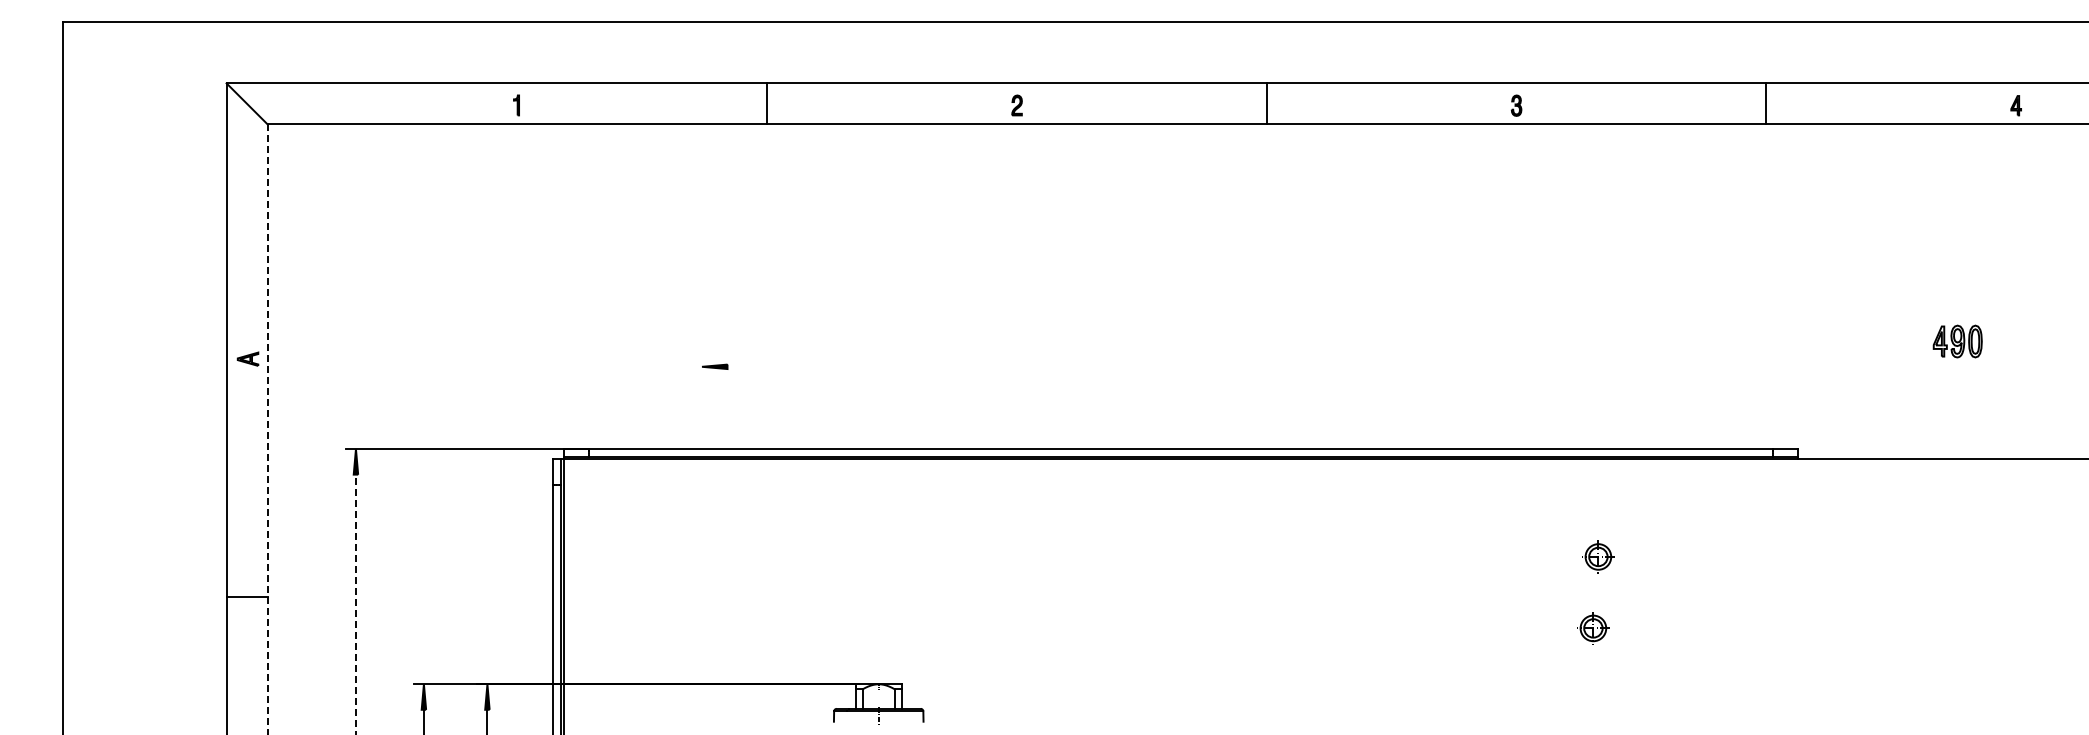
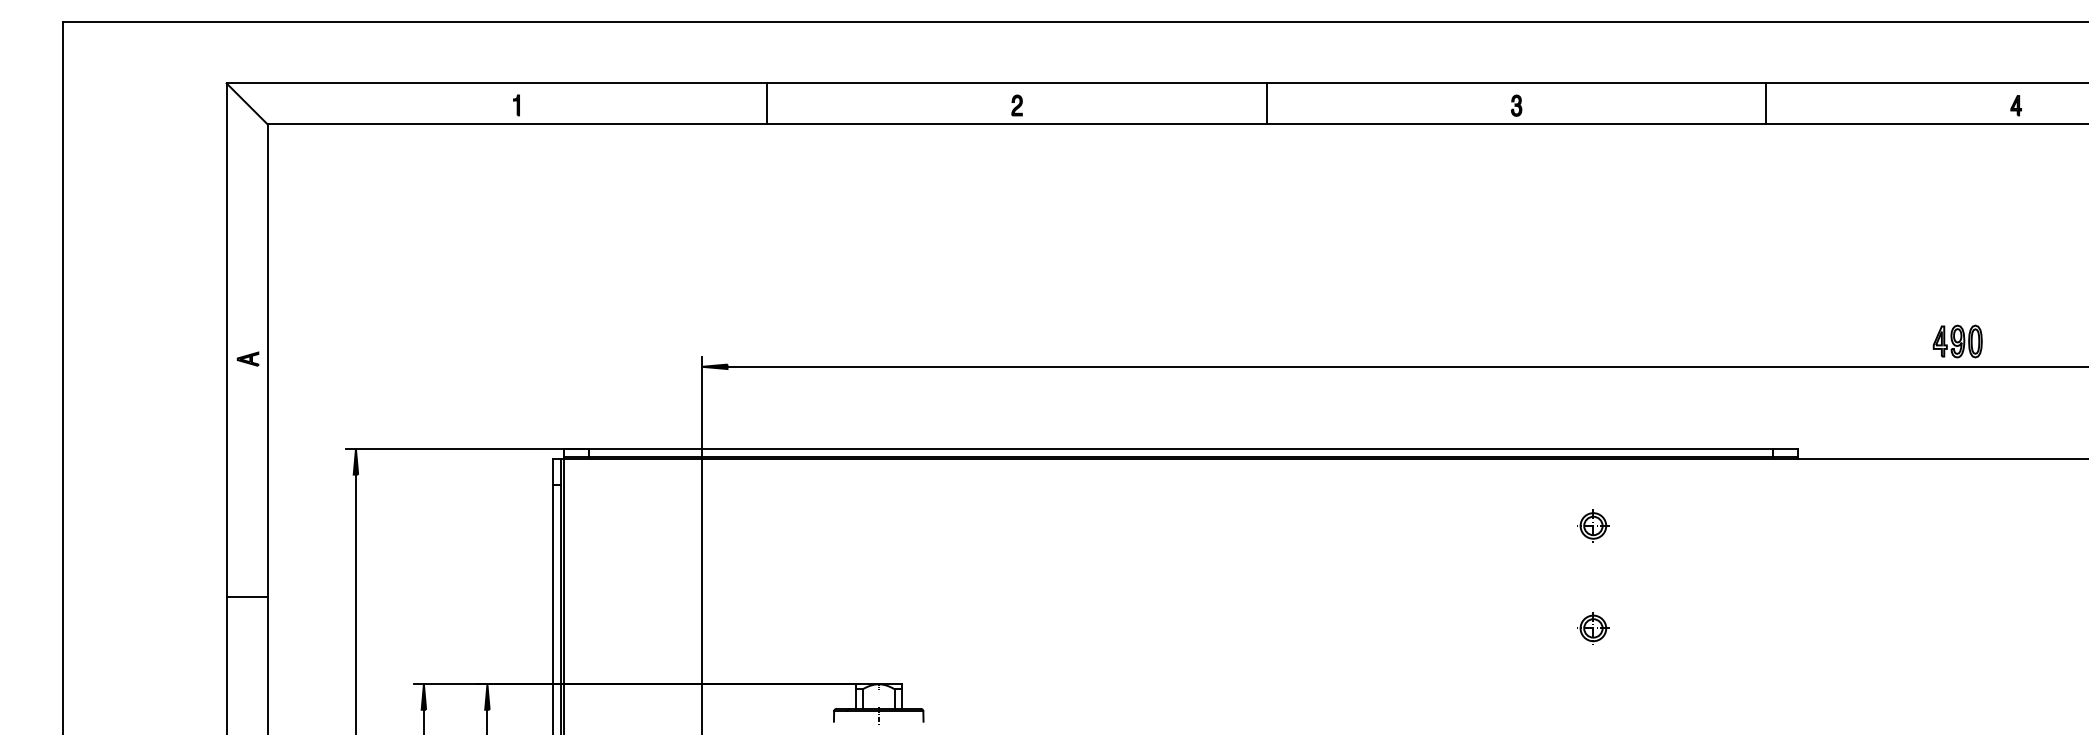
line at (1406, 366): none -> present
line at (267, 429): dashed -> solid
line at (702, 543): none -> present
part at (1598, 556) position: (1598, 556) -> (1593, 525)
line at (355, 604): dashed -> solid
